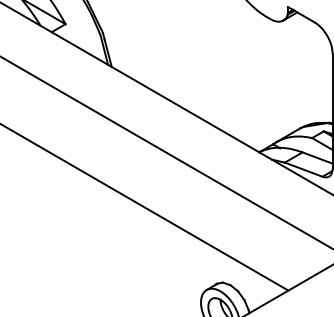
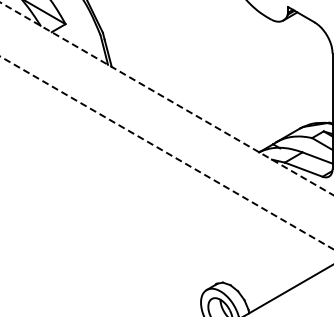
line at (167, 99): solid -> dashed
line at (167, 153): solid -> dashed
line at (145, 207): present -> none
